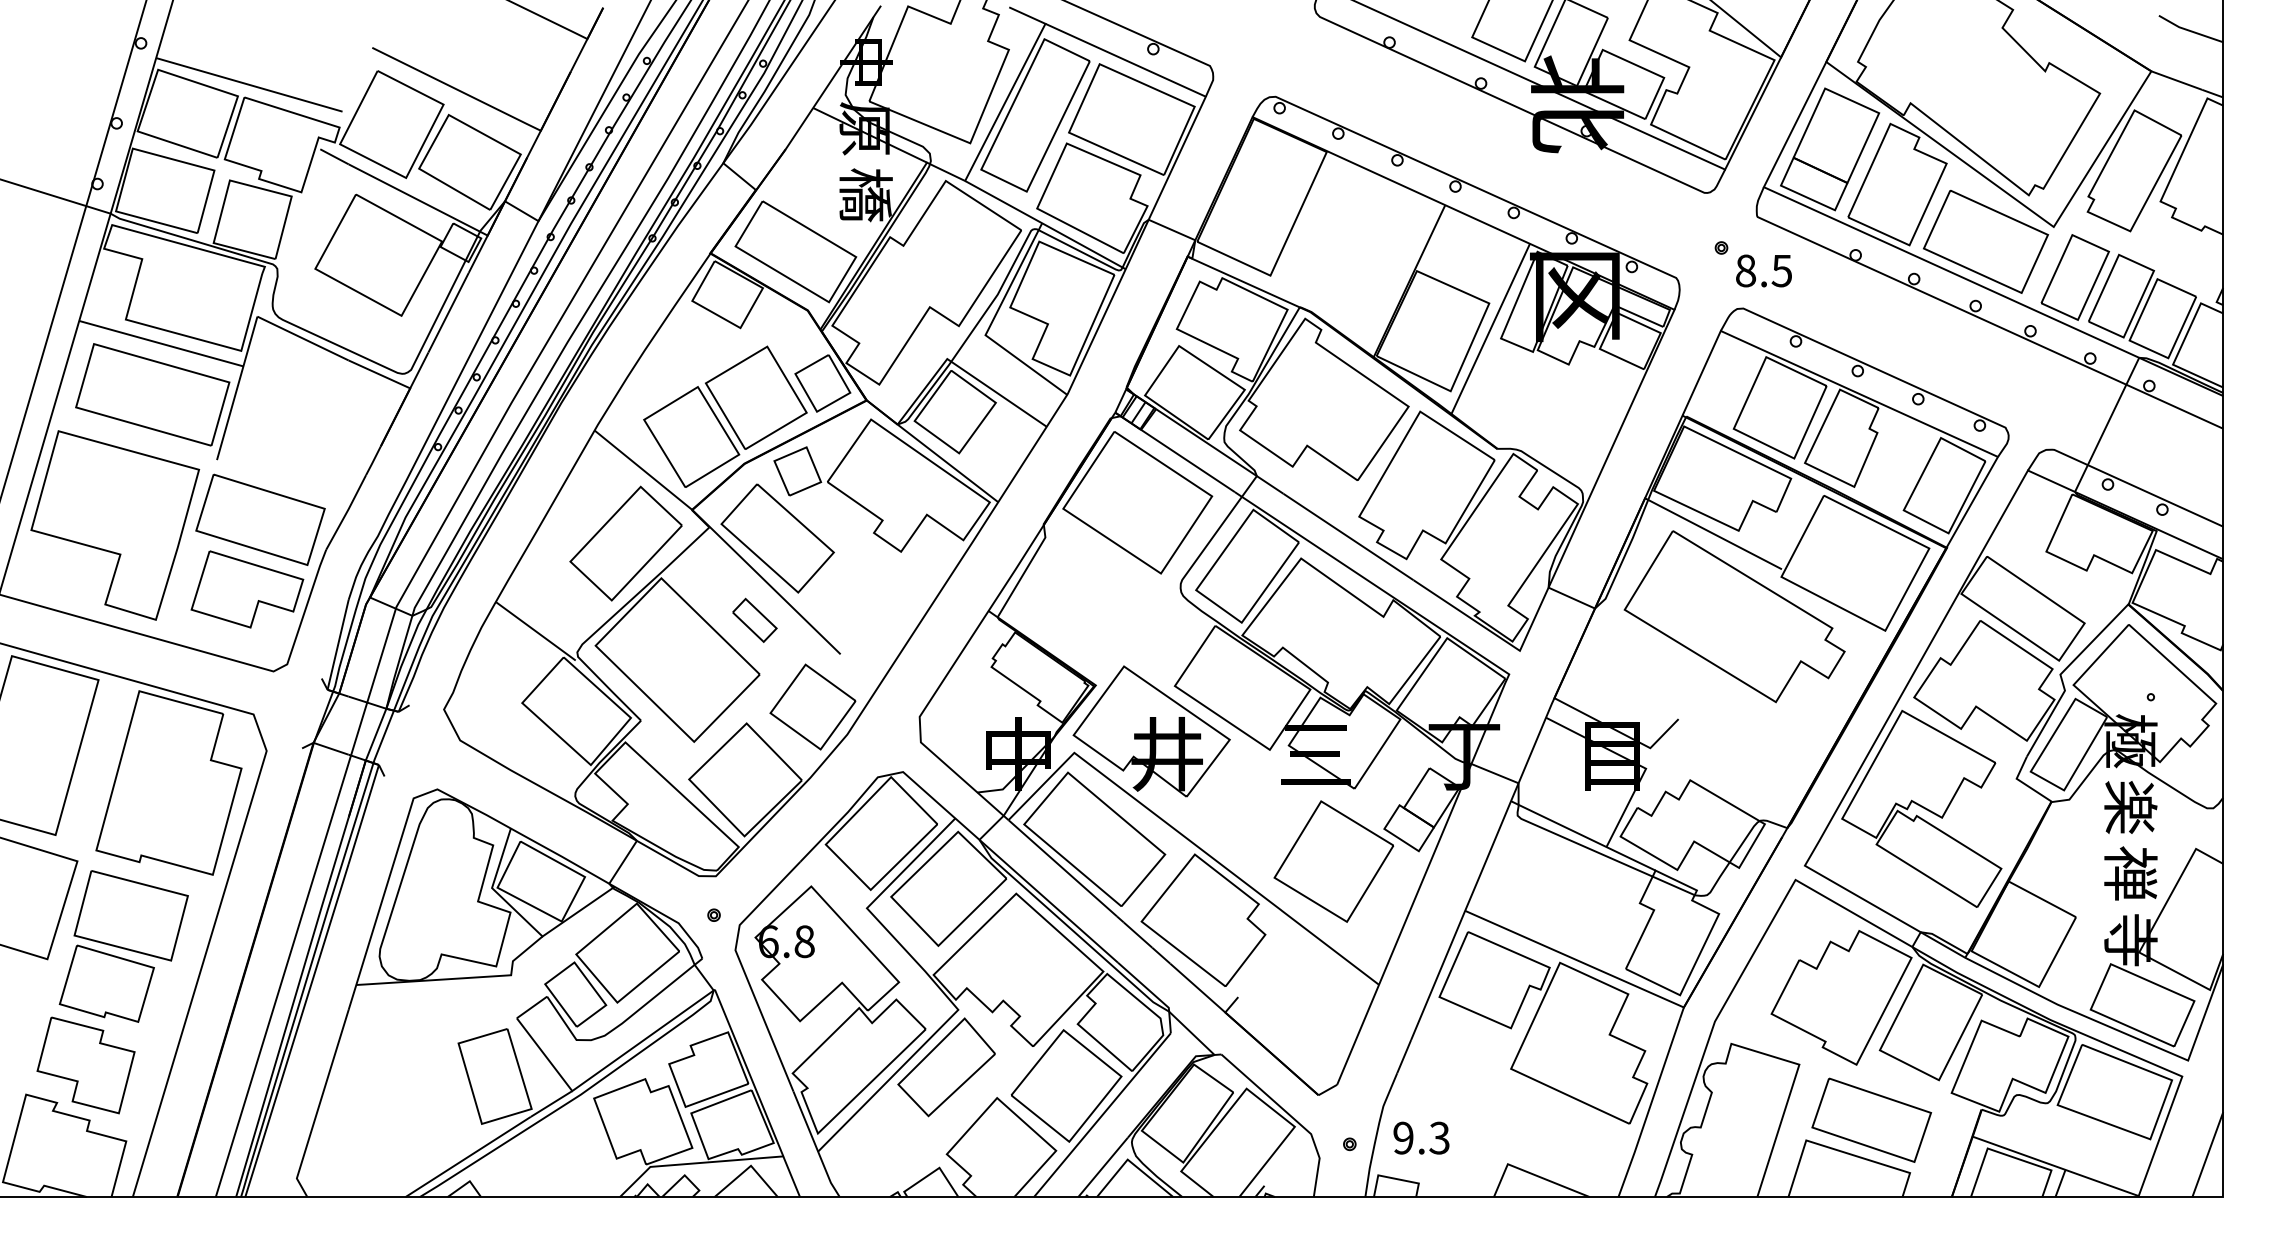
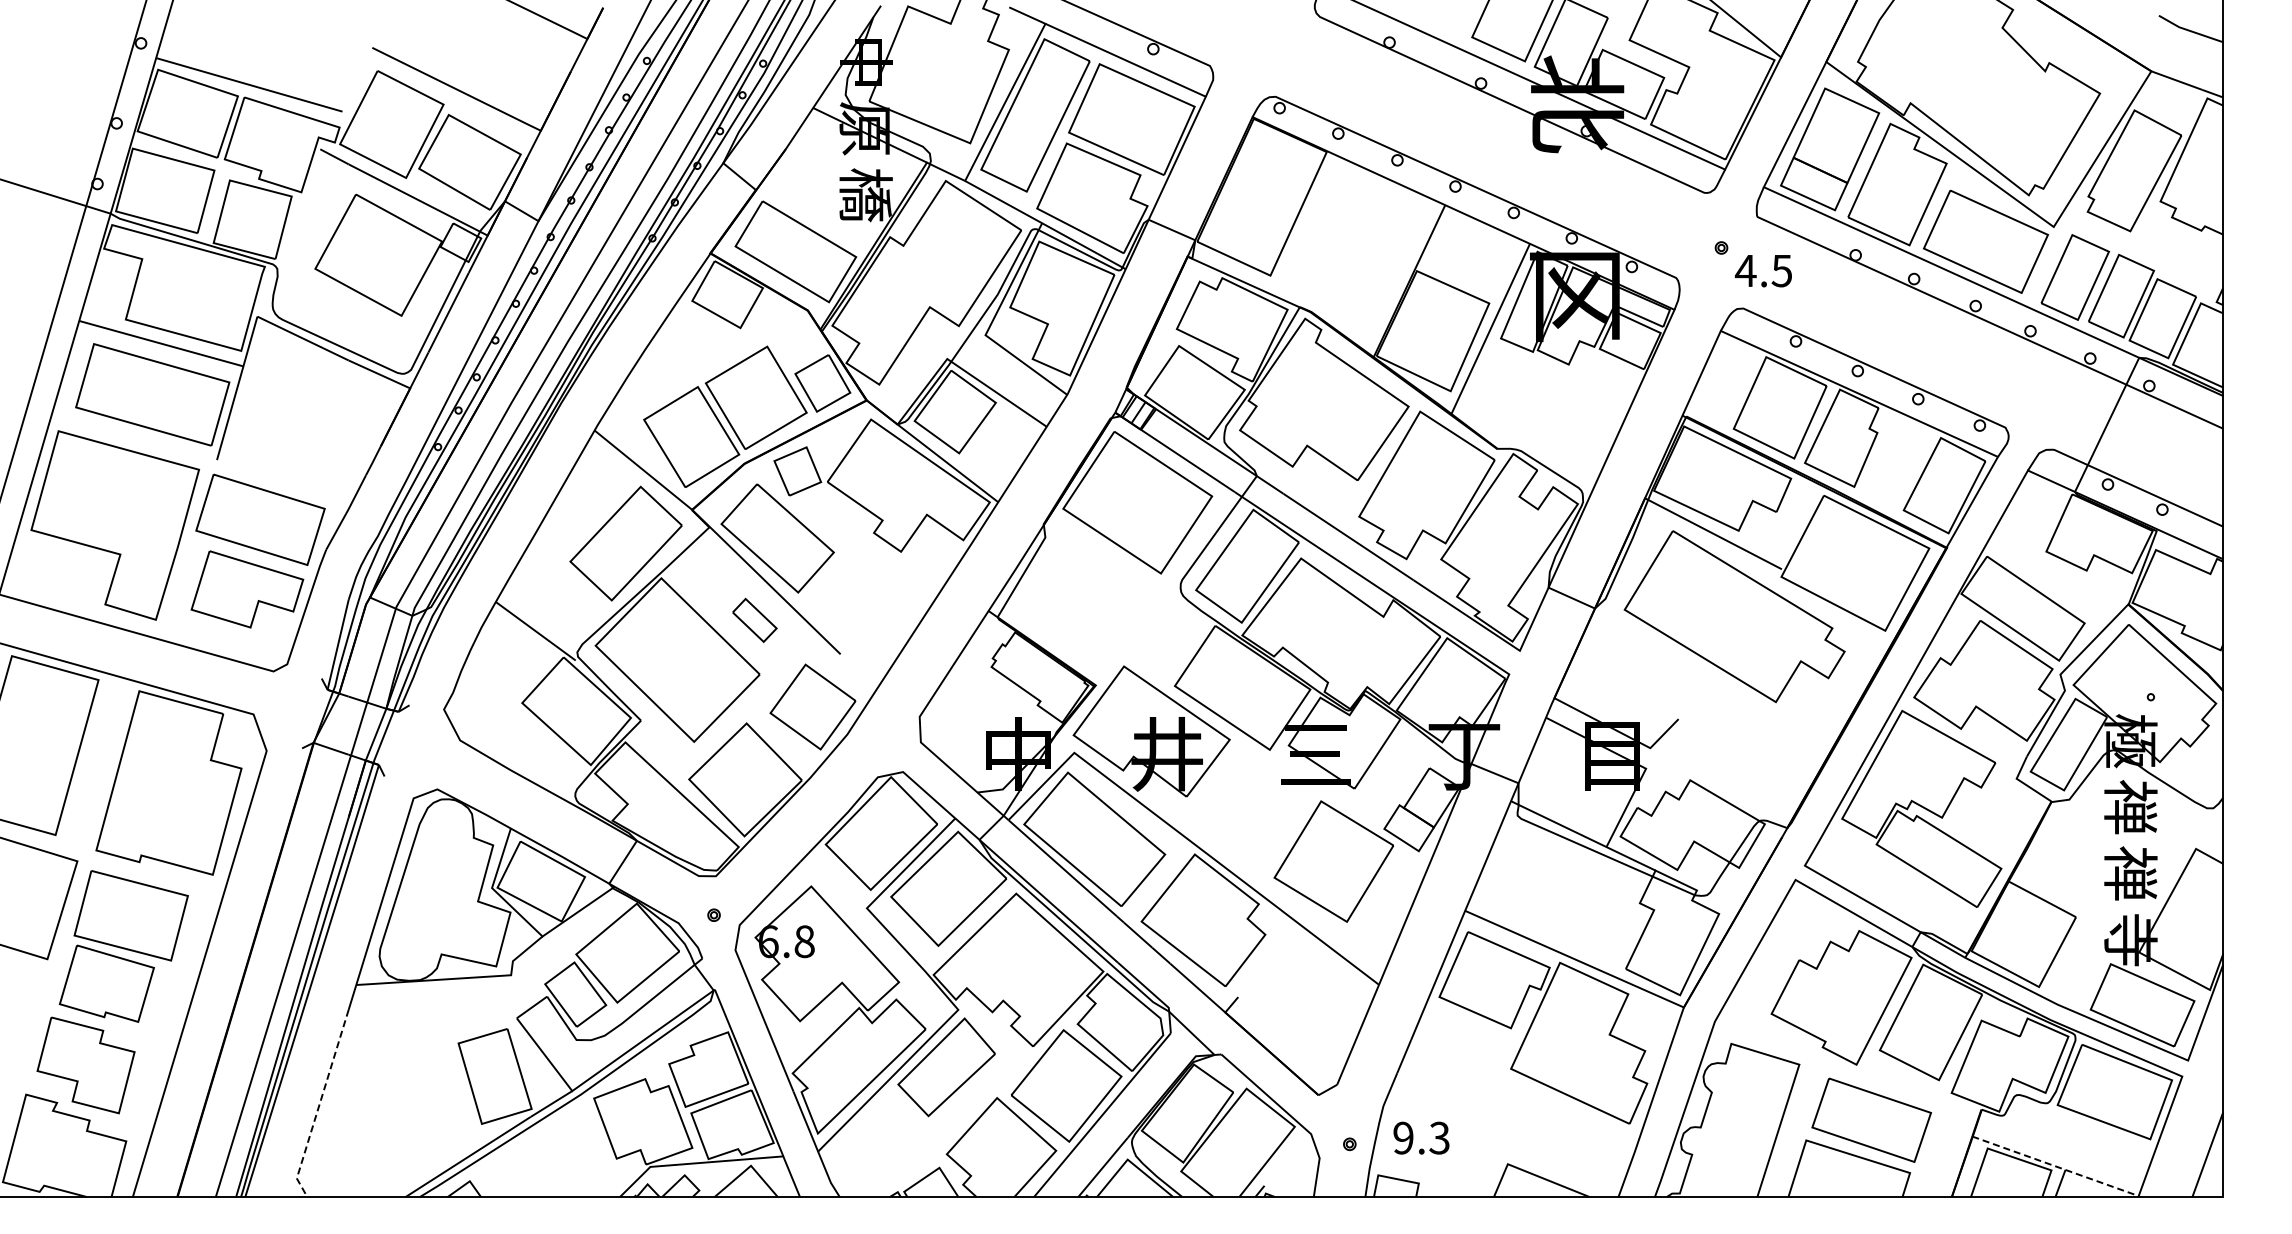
text at (1745, 270): 8.5 -> 4.5
text at (2130, 807): 楽 -> 禅
line at (319, 1105): solid -> dashed
line at (2056, 1166): solid -> dashed
